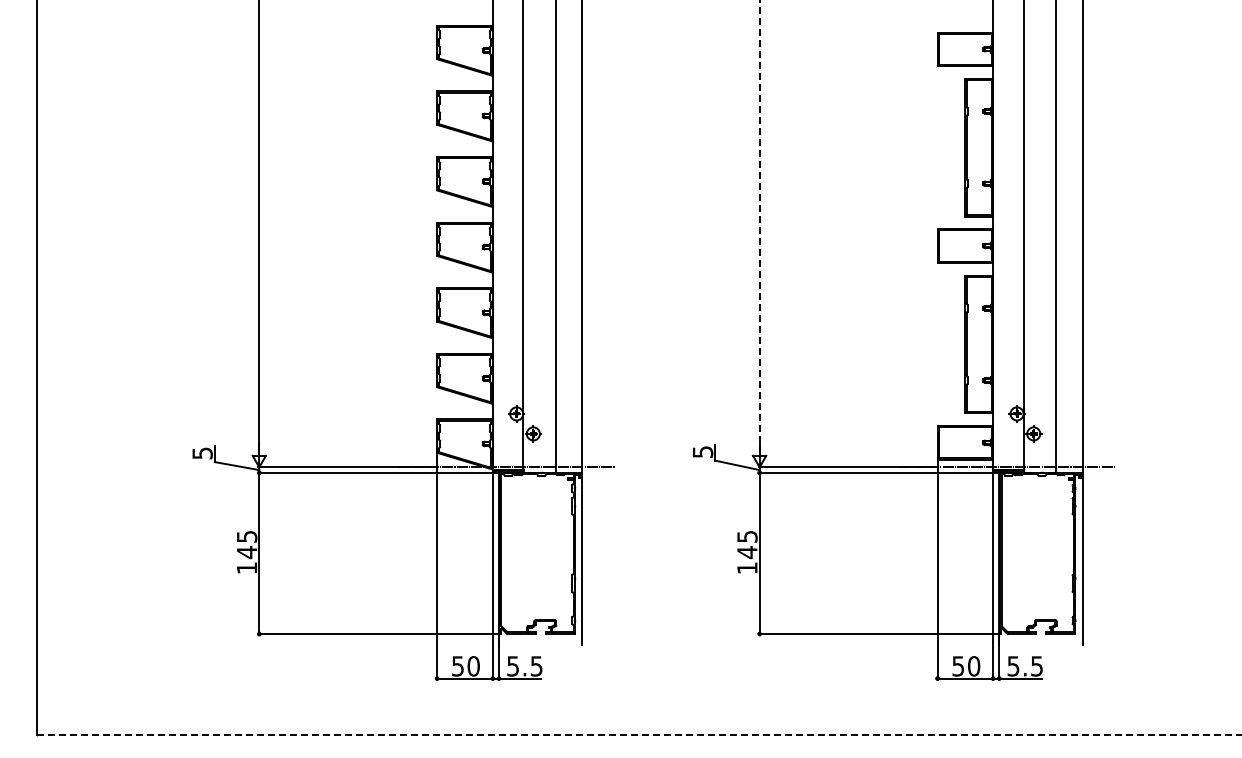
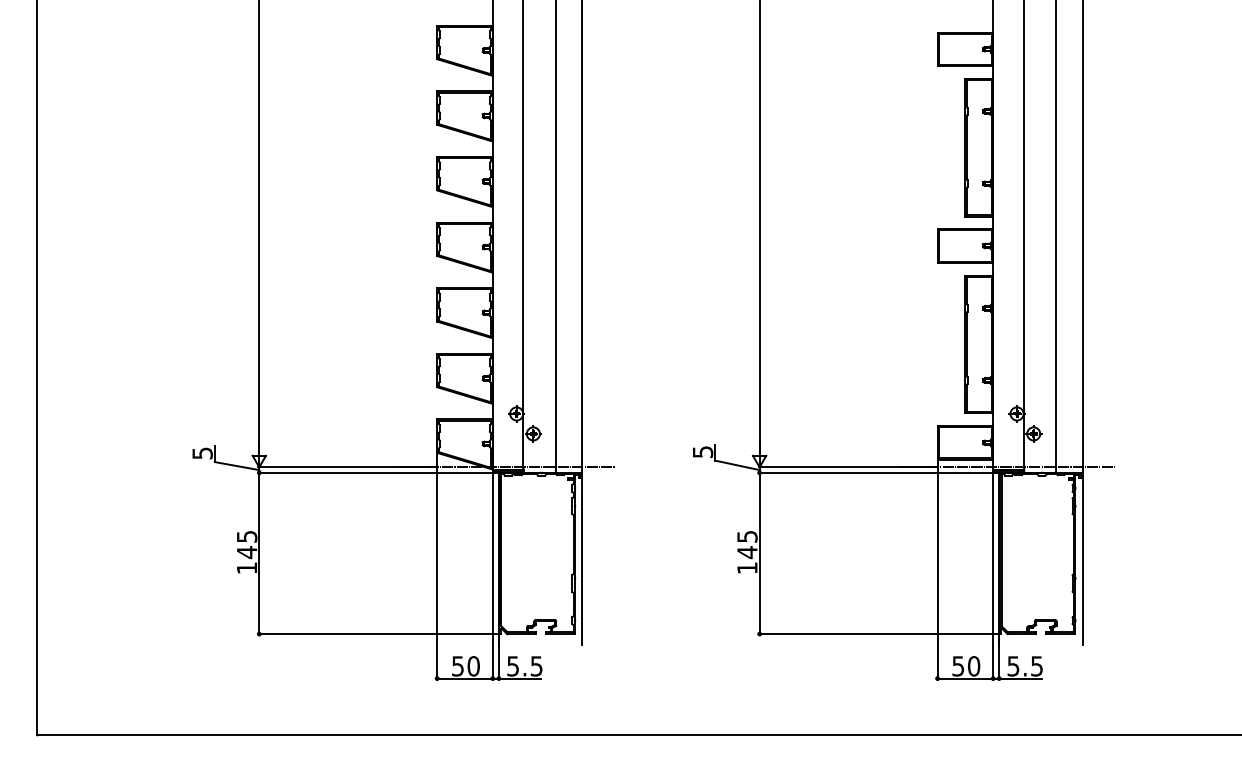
line at (759, 226): dashed -> solid
line at (639, 735): dashed -> solid
